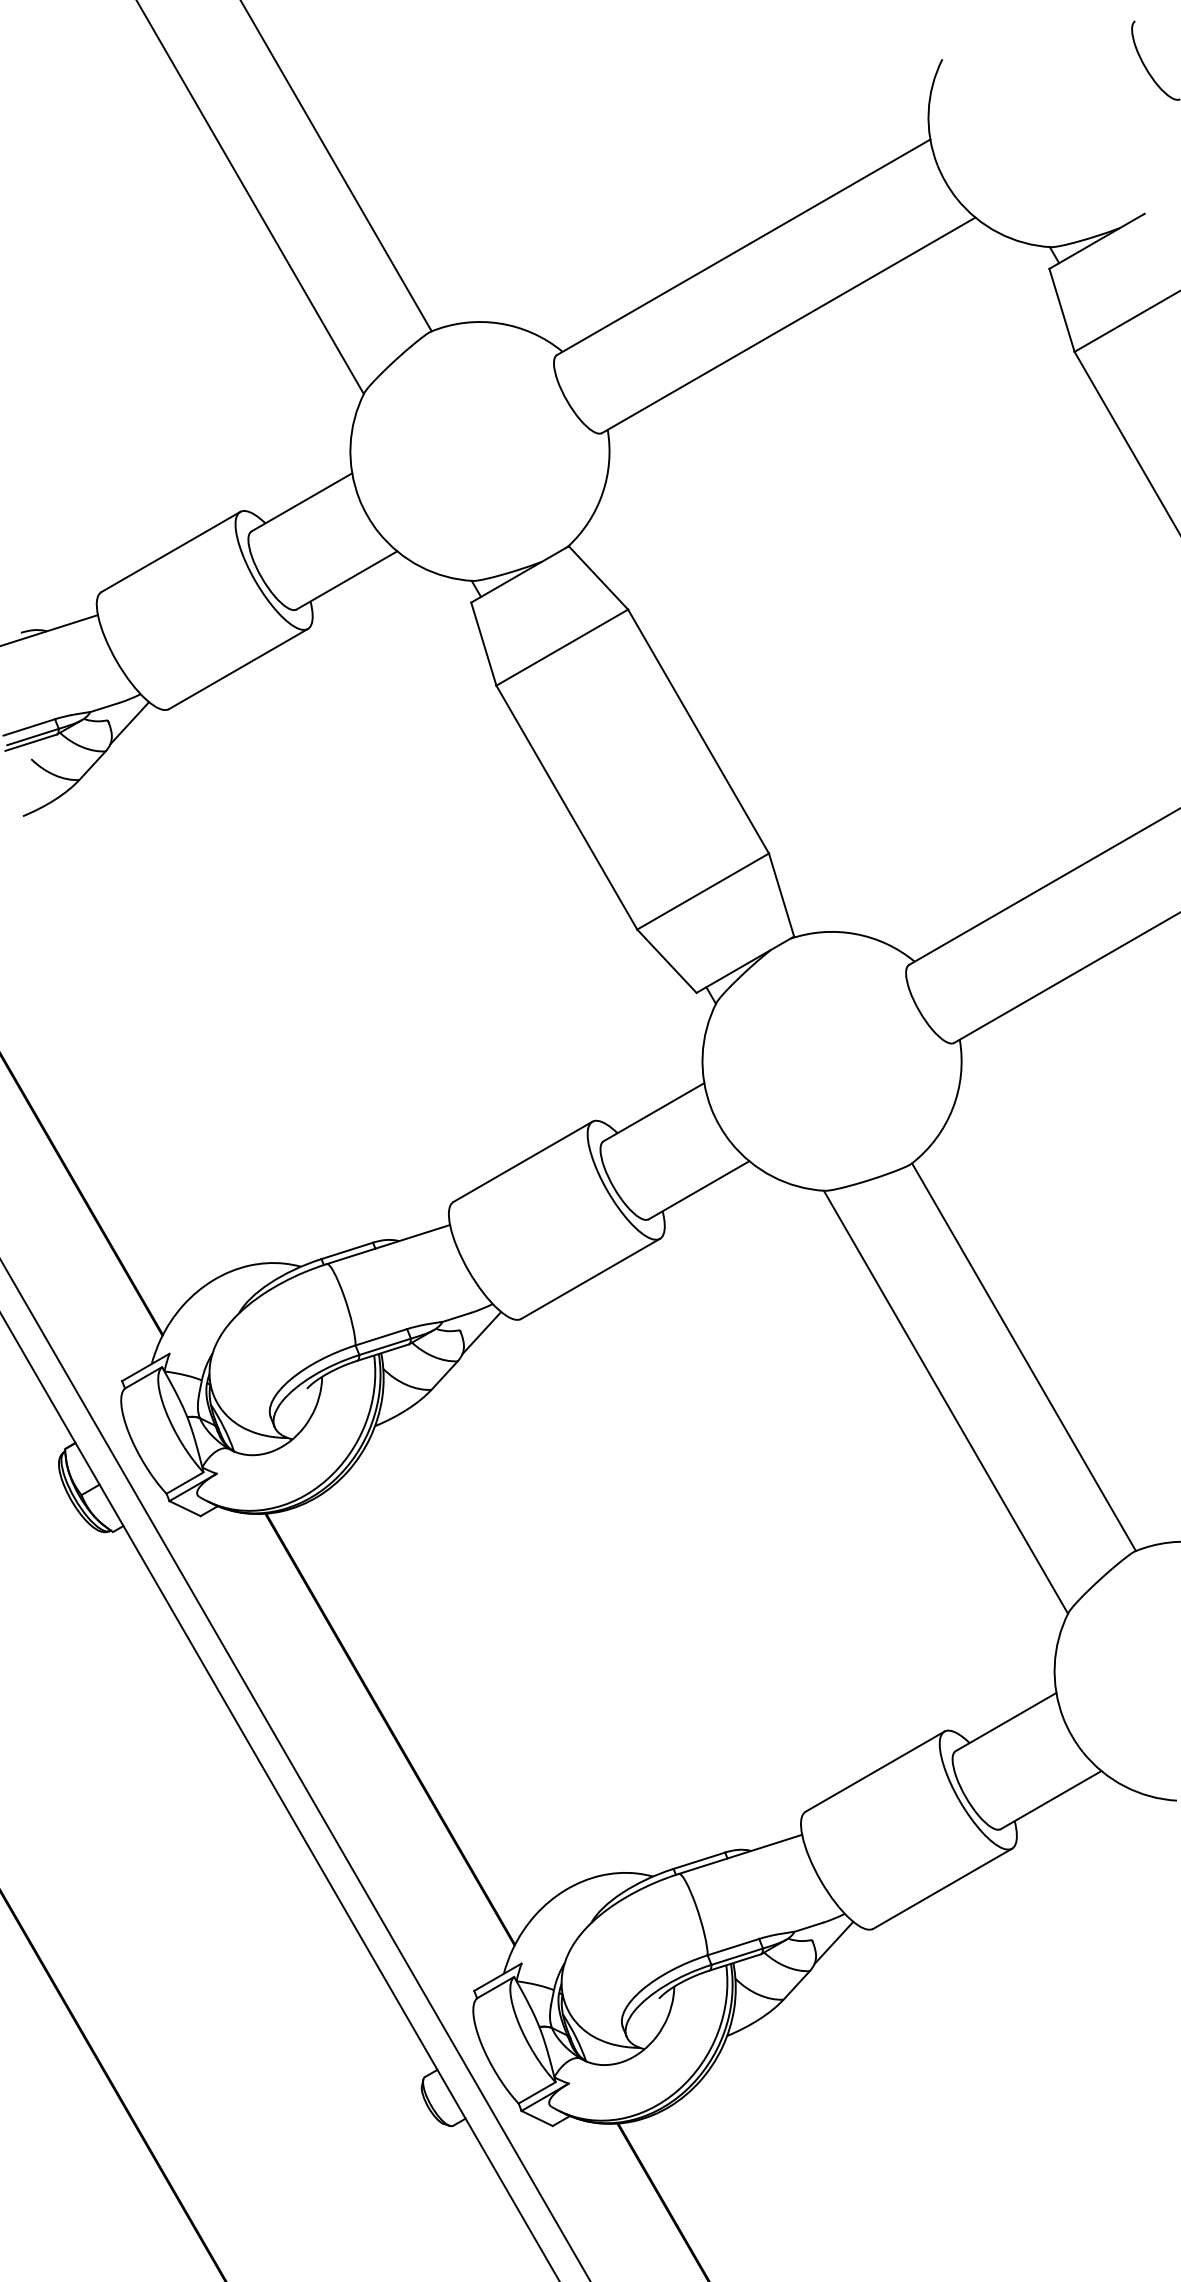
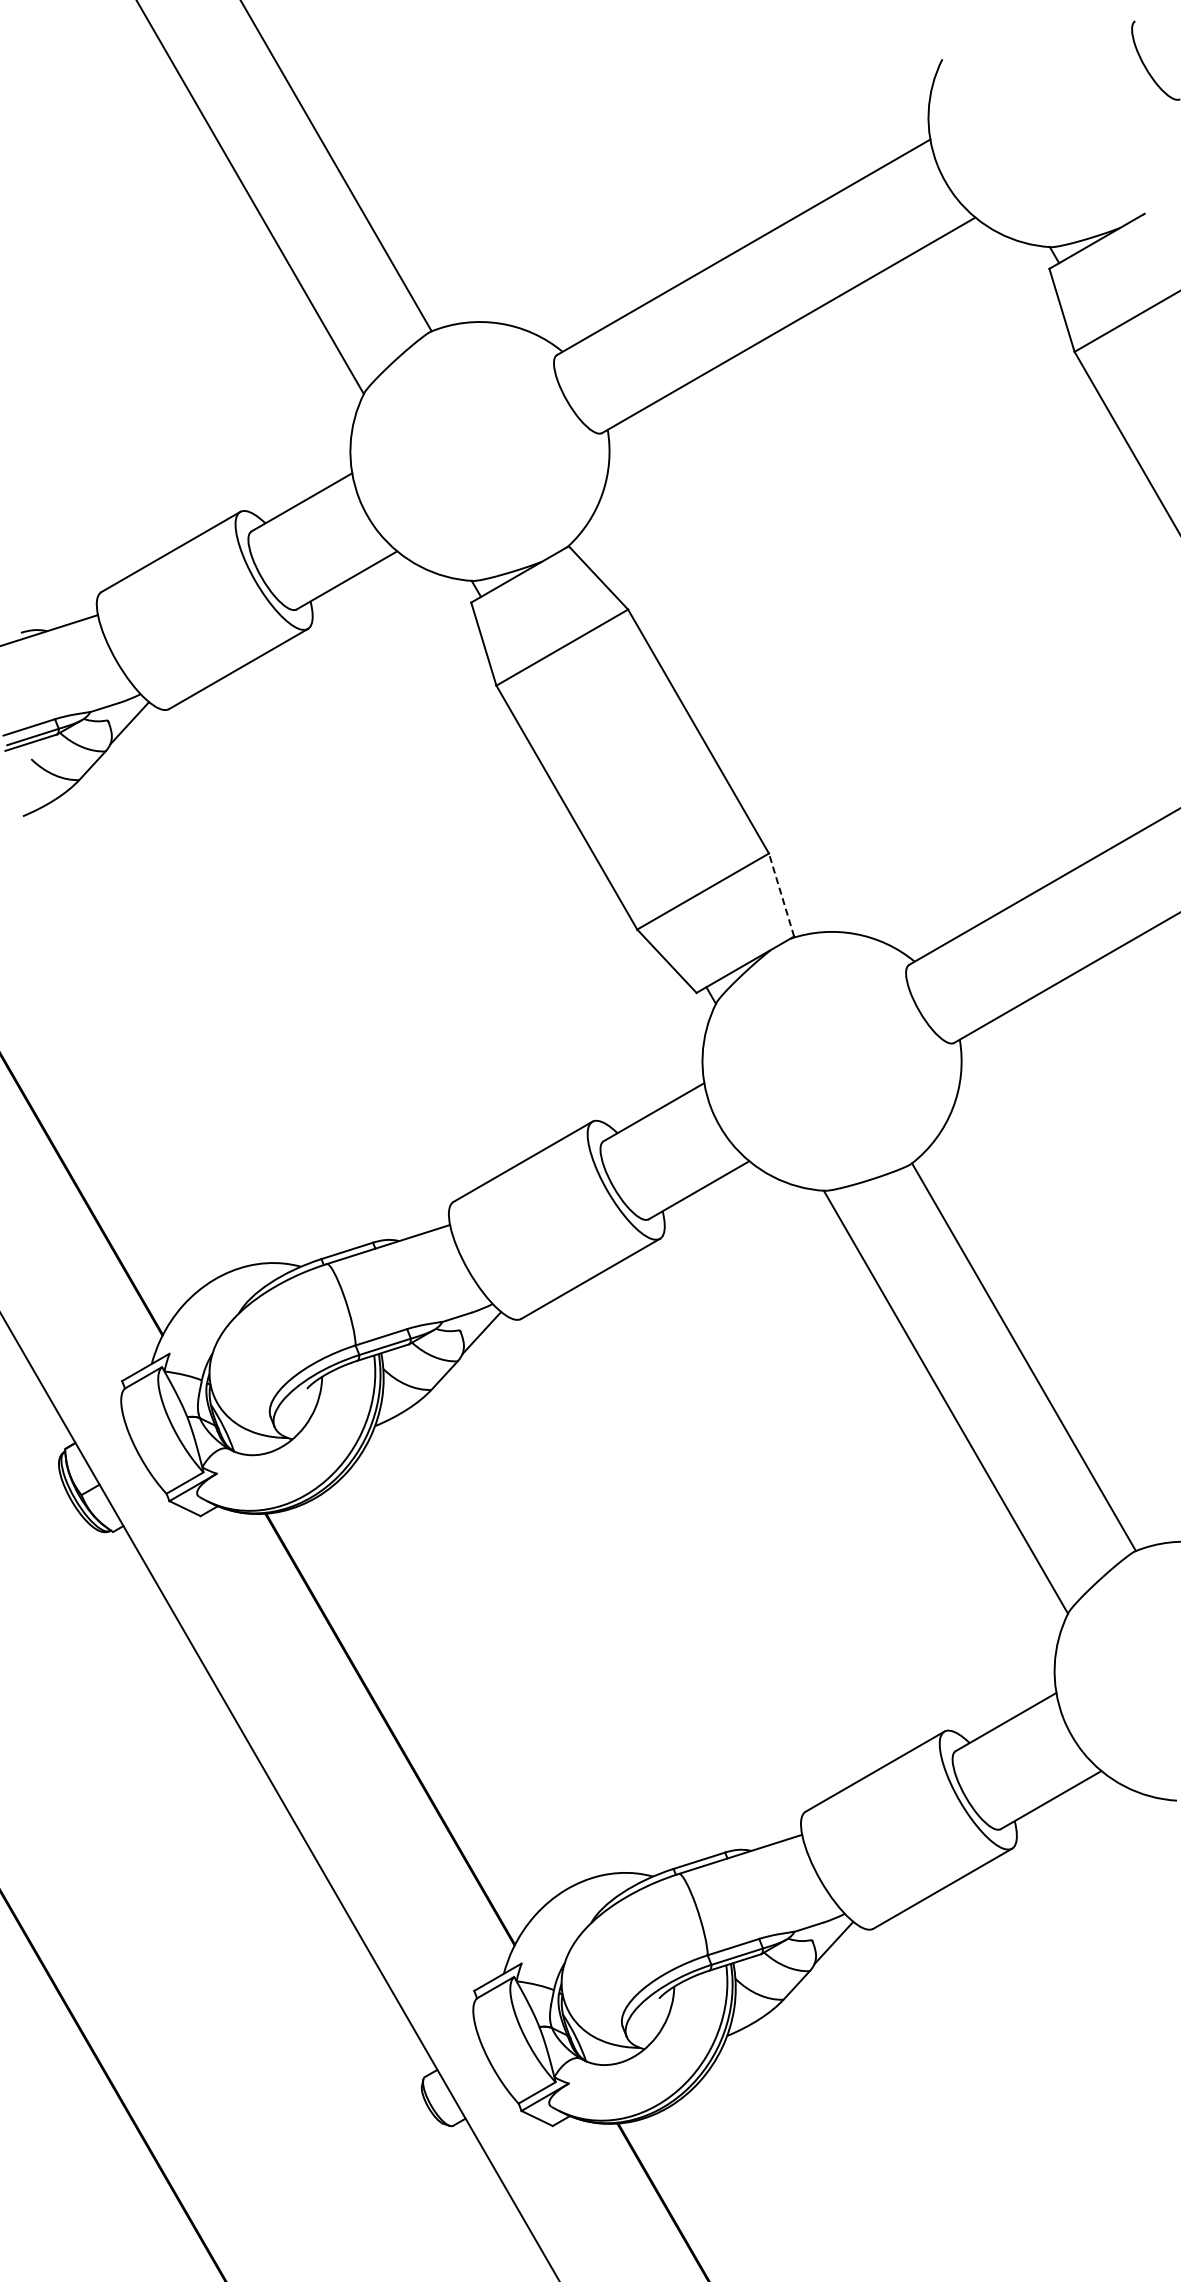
line at (781, 894): solid -> dashed
line at (295, 1770): present -> none
